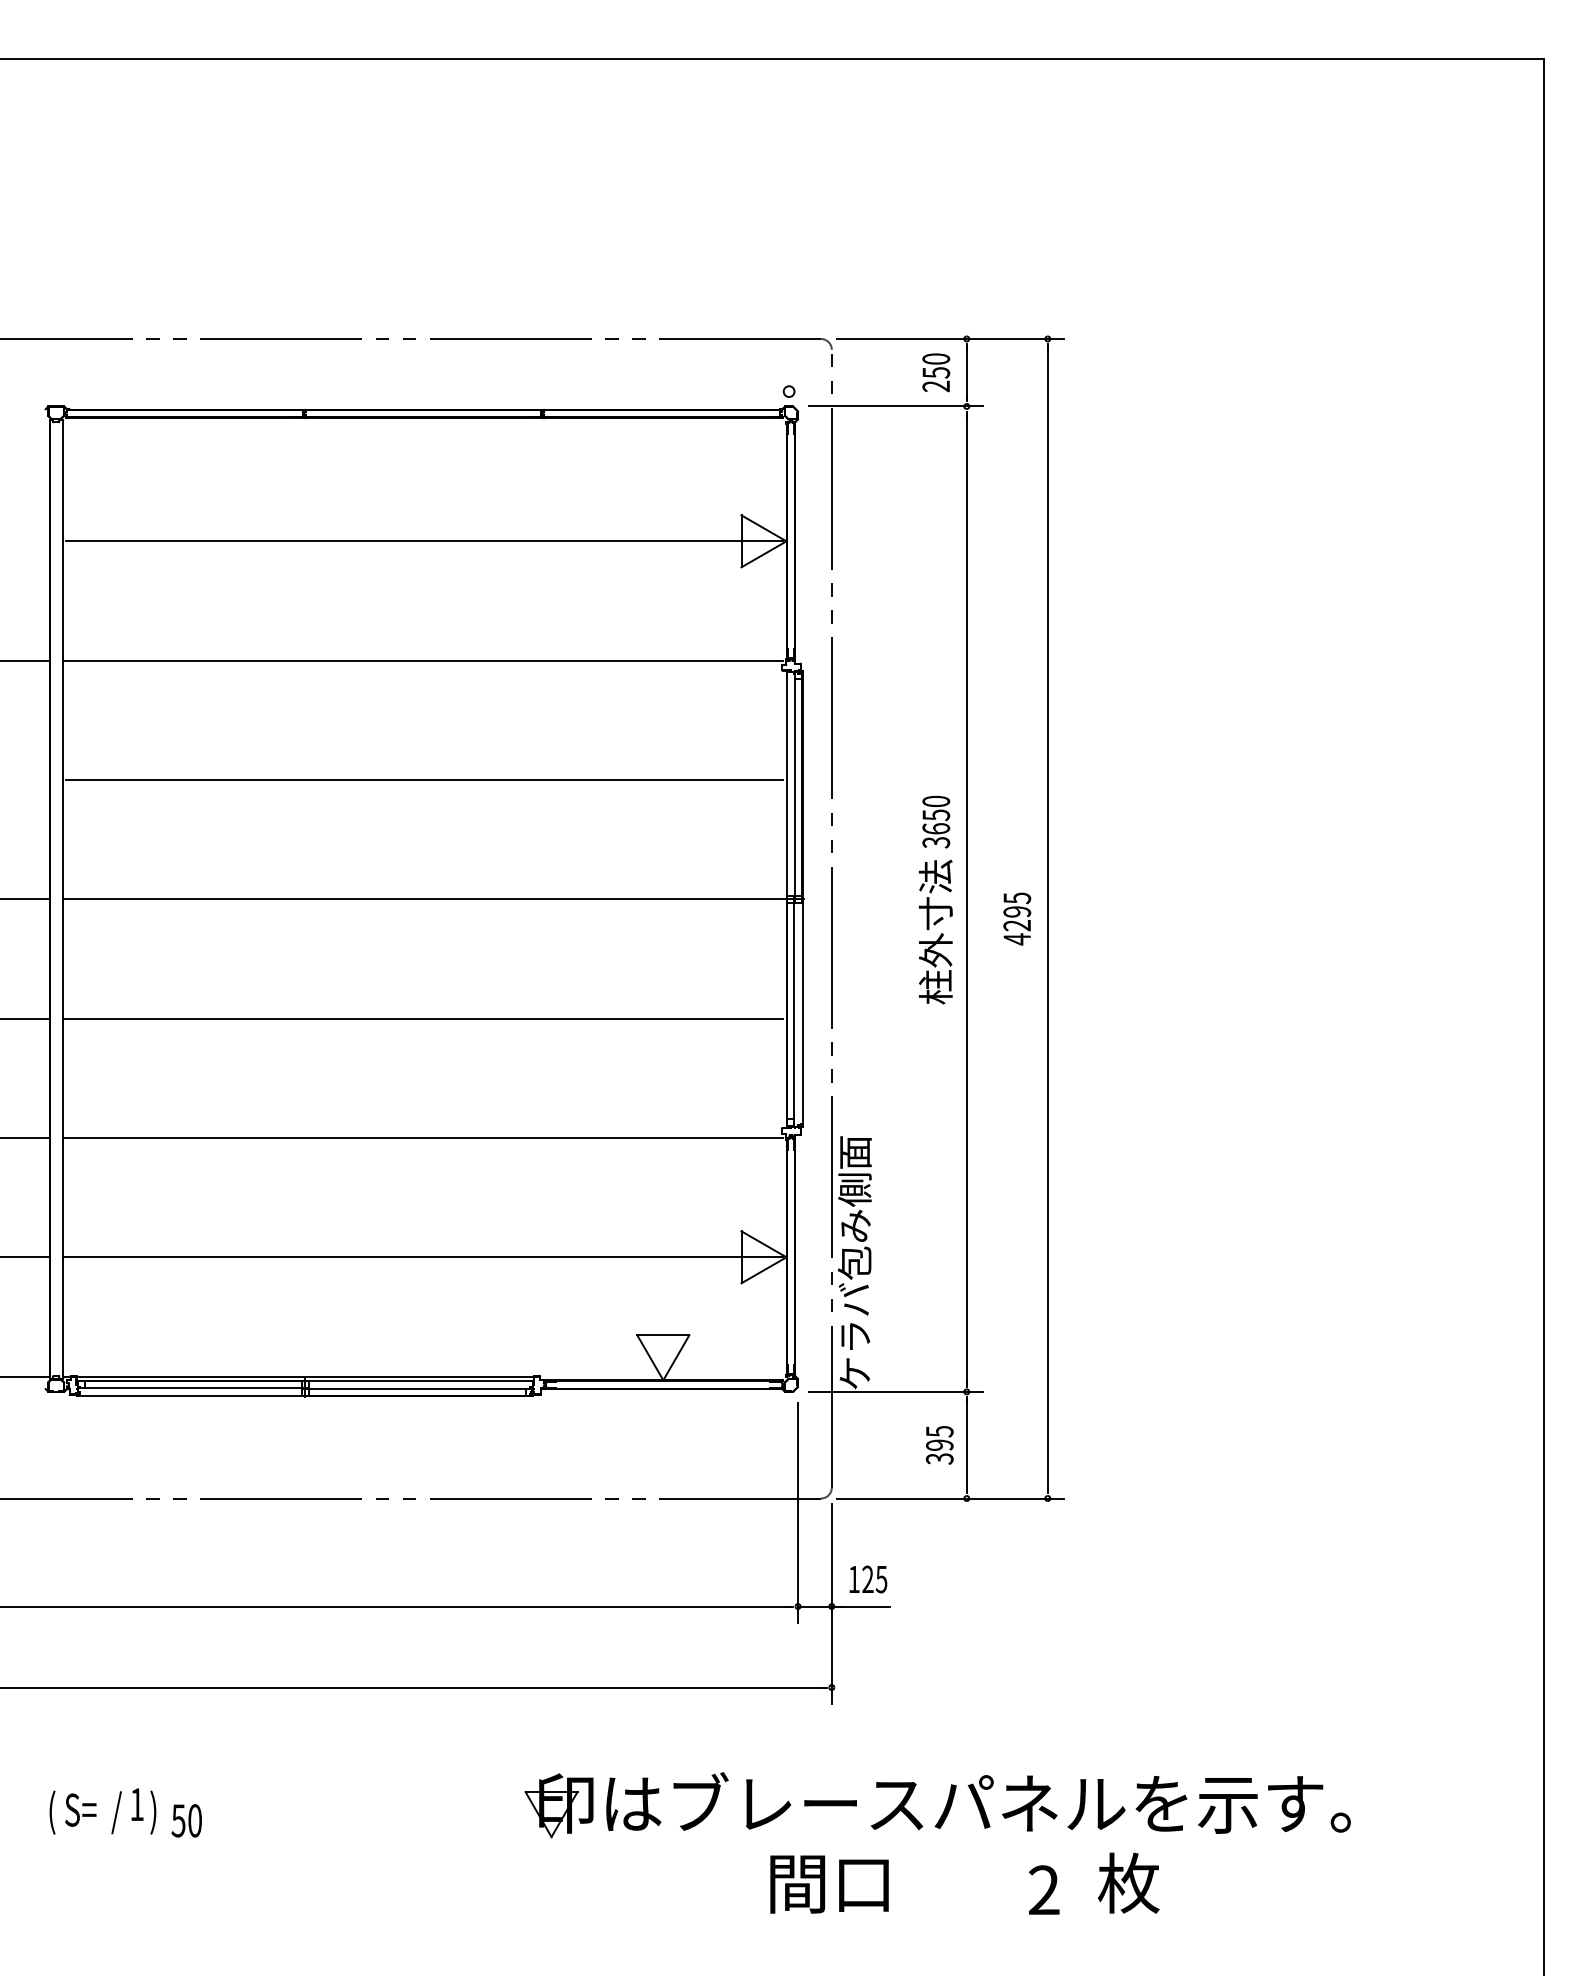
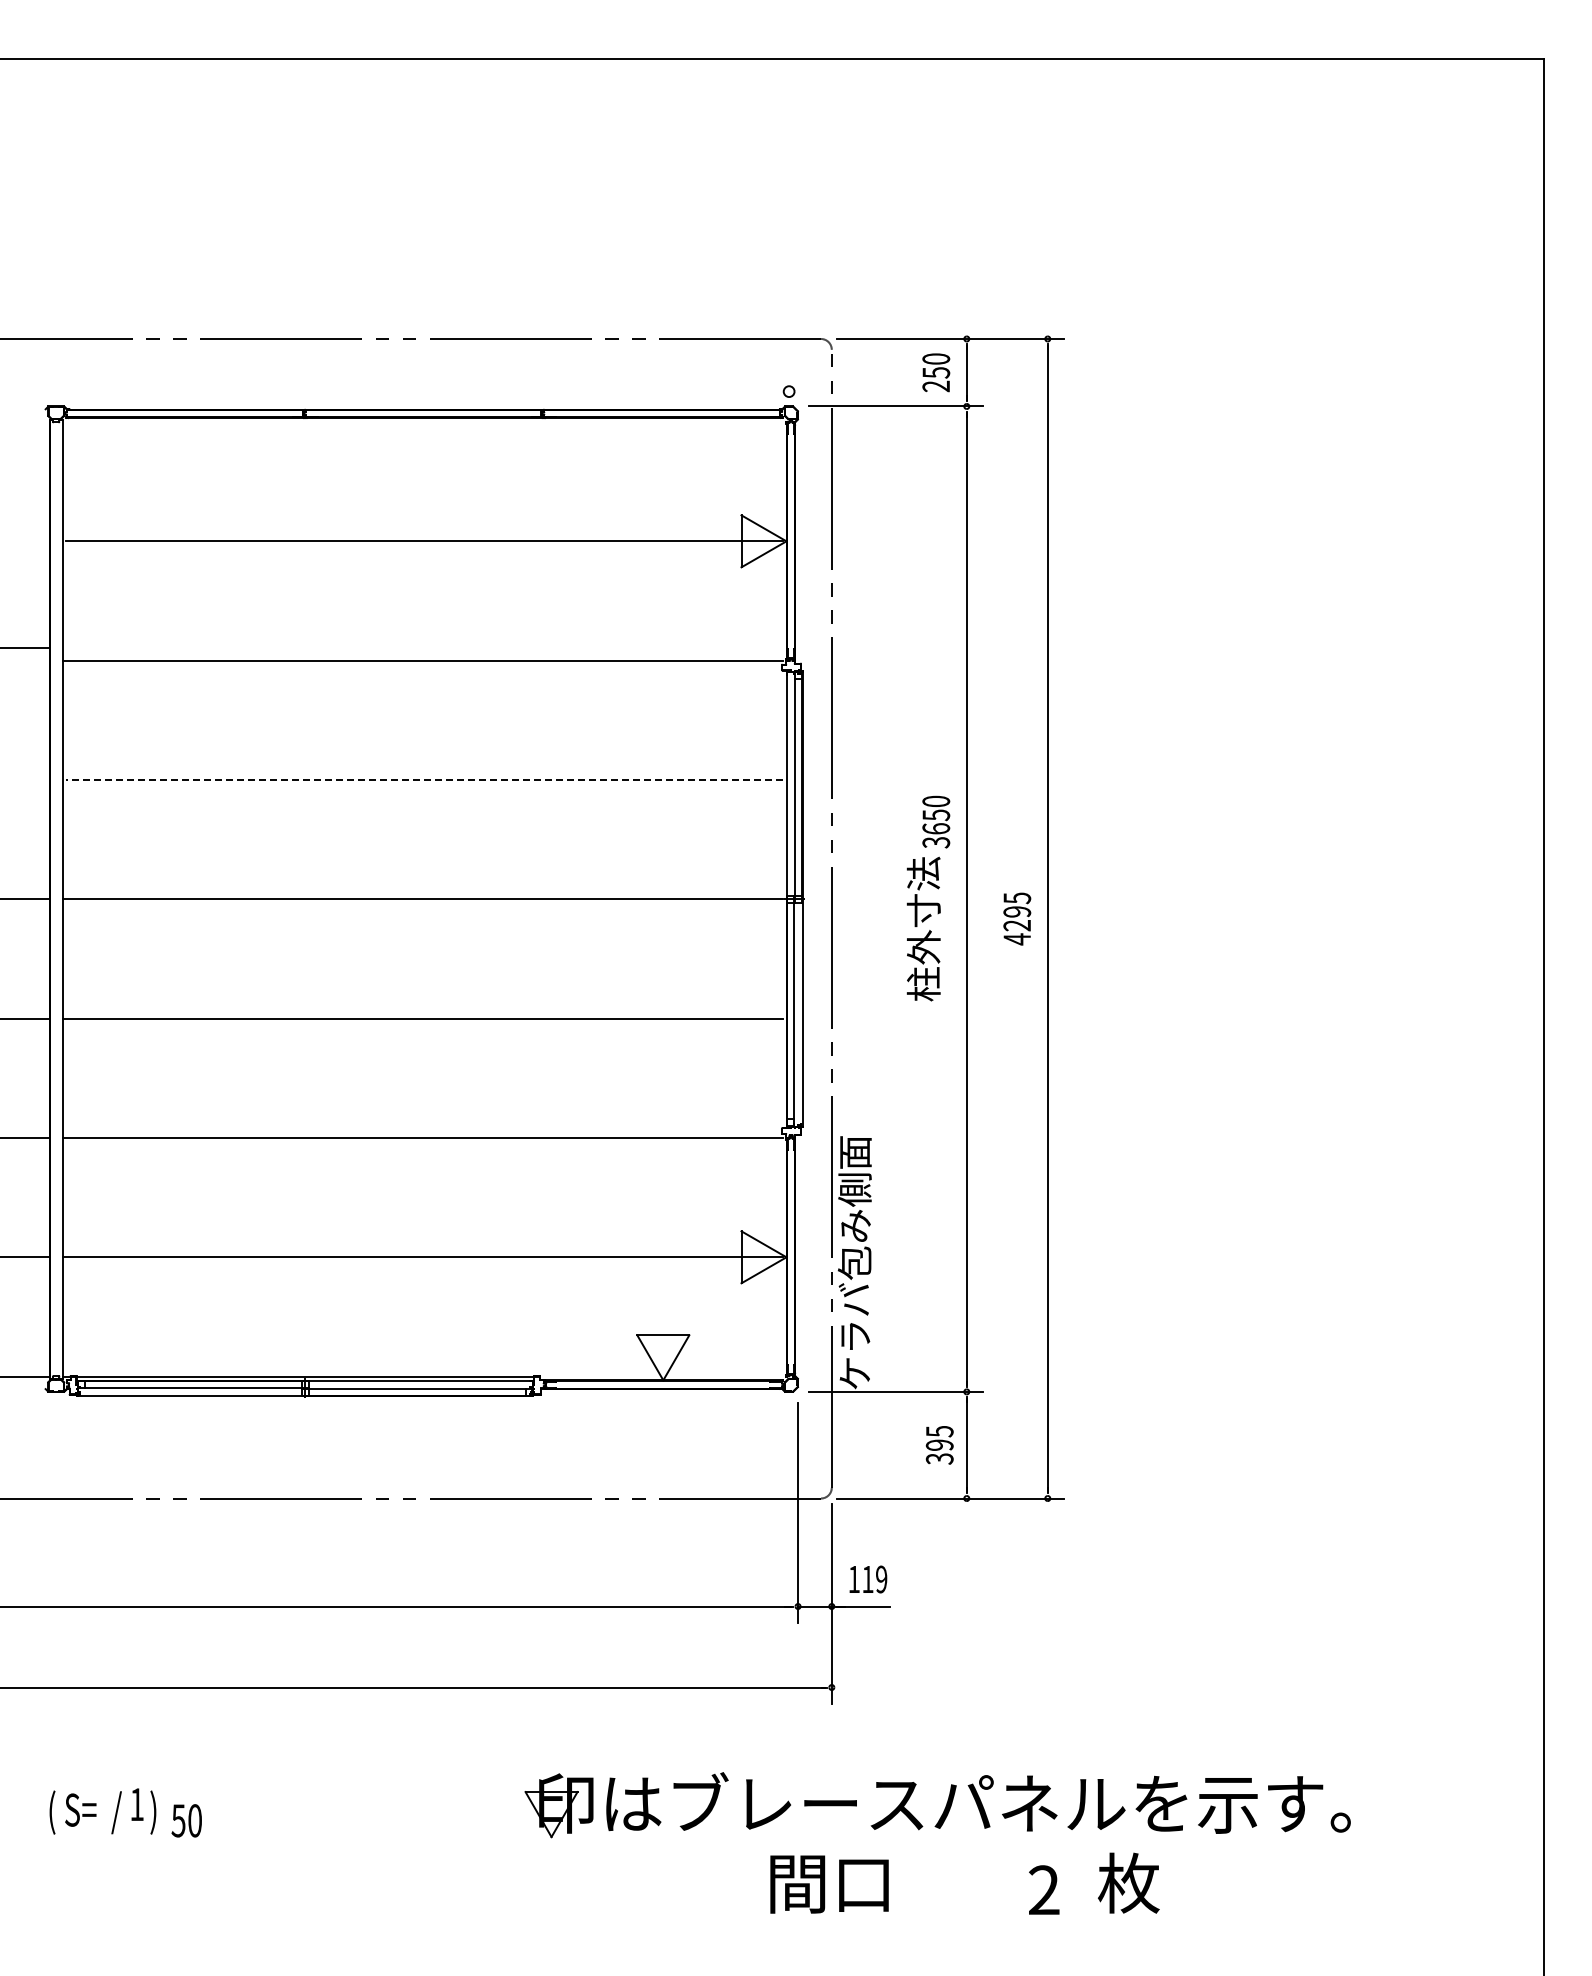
line at (25, 660) position: (25, 660) -> (25, 647)
line at (424, 780): solid -> dashed
text at (935, 931) position: (935, 931) -> (923, 928)
text at (874, 1579): 125 -> 119
